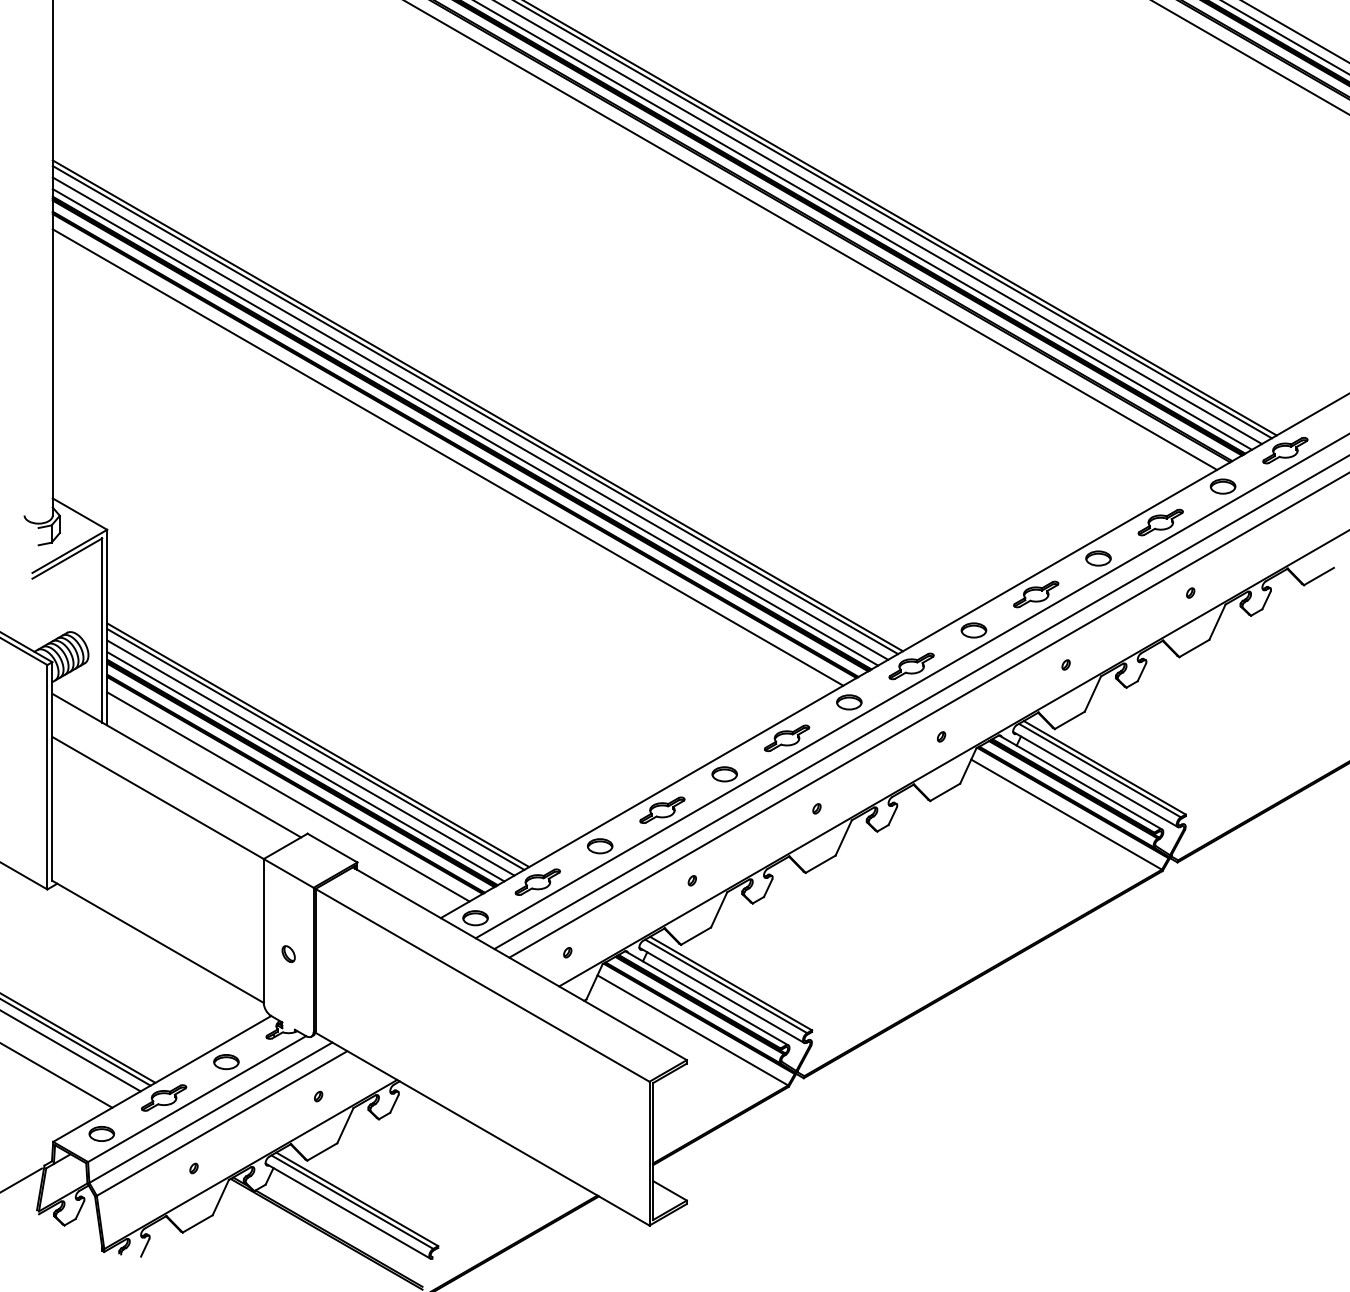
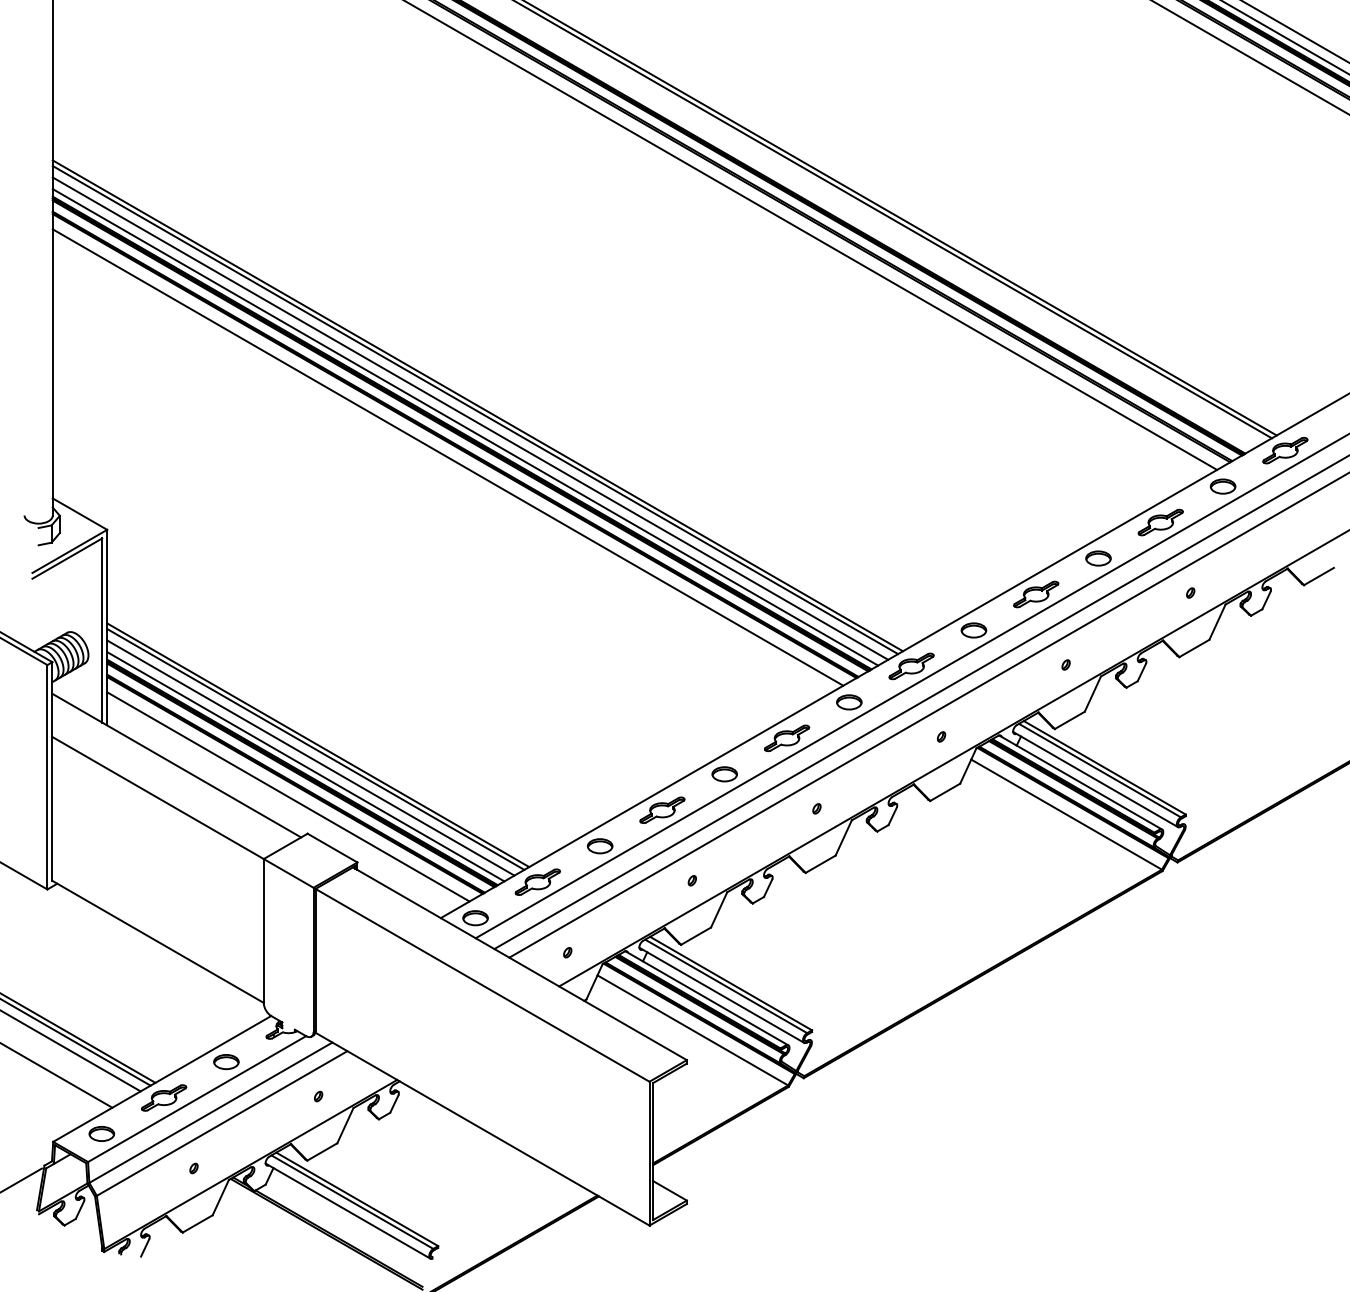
line at (879, 223): present -> none
line at (863, 225): present -> none
part at (288, 953): present -> none
